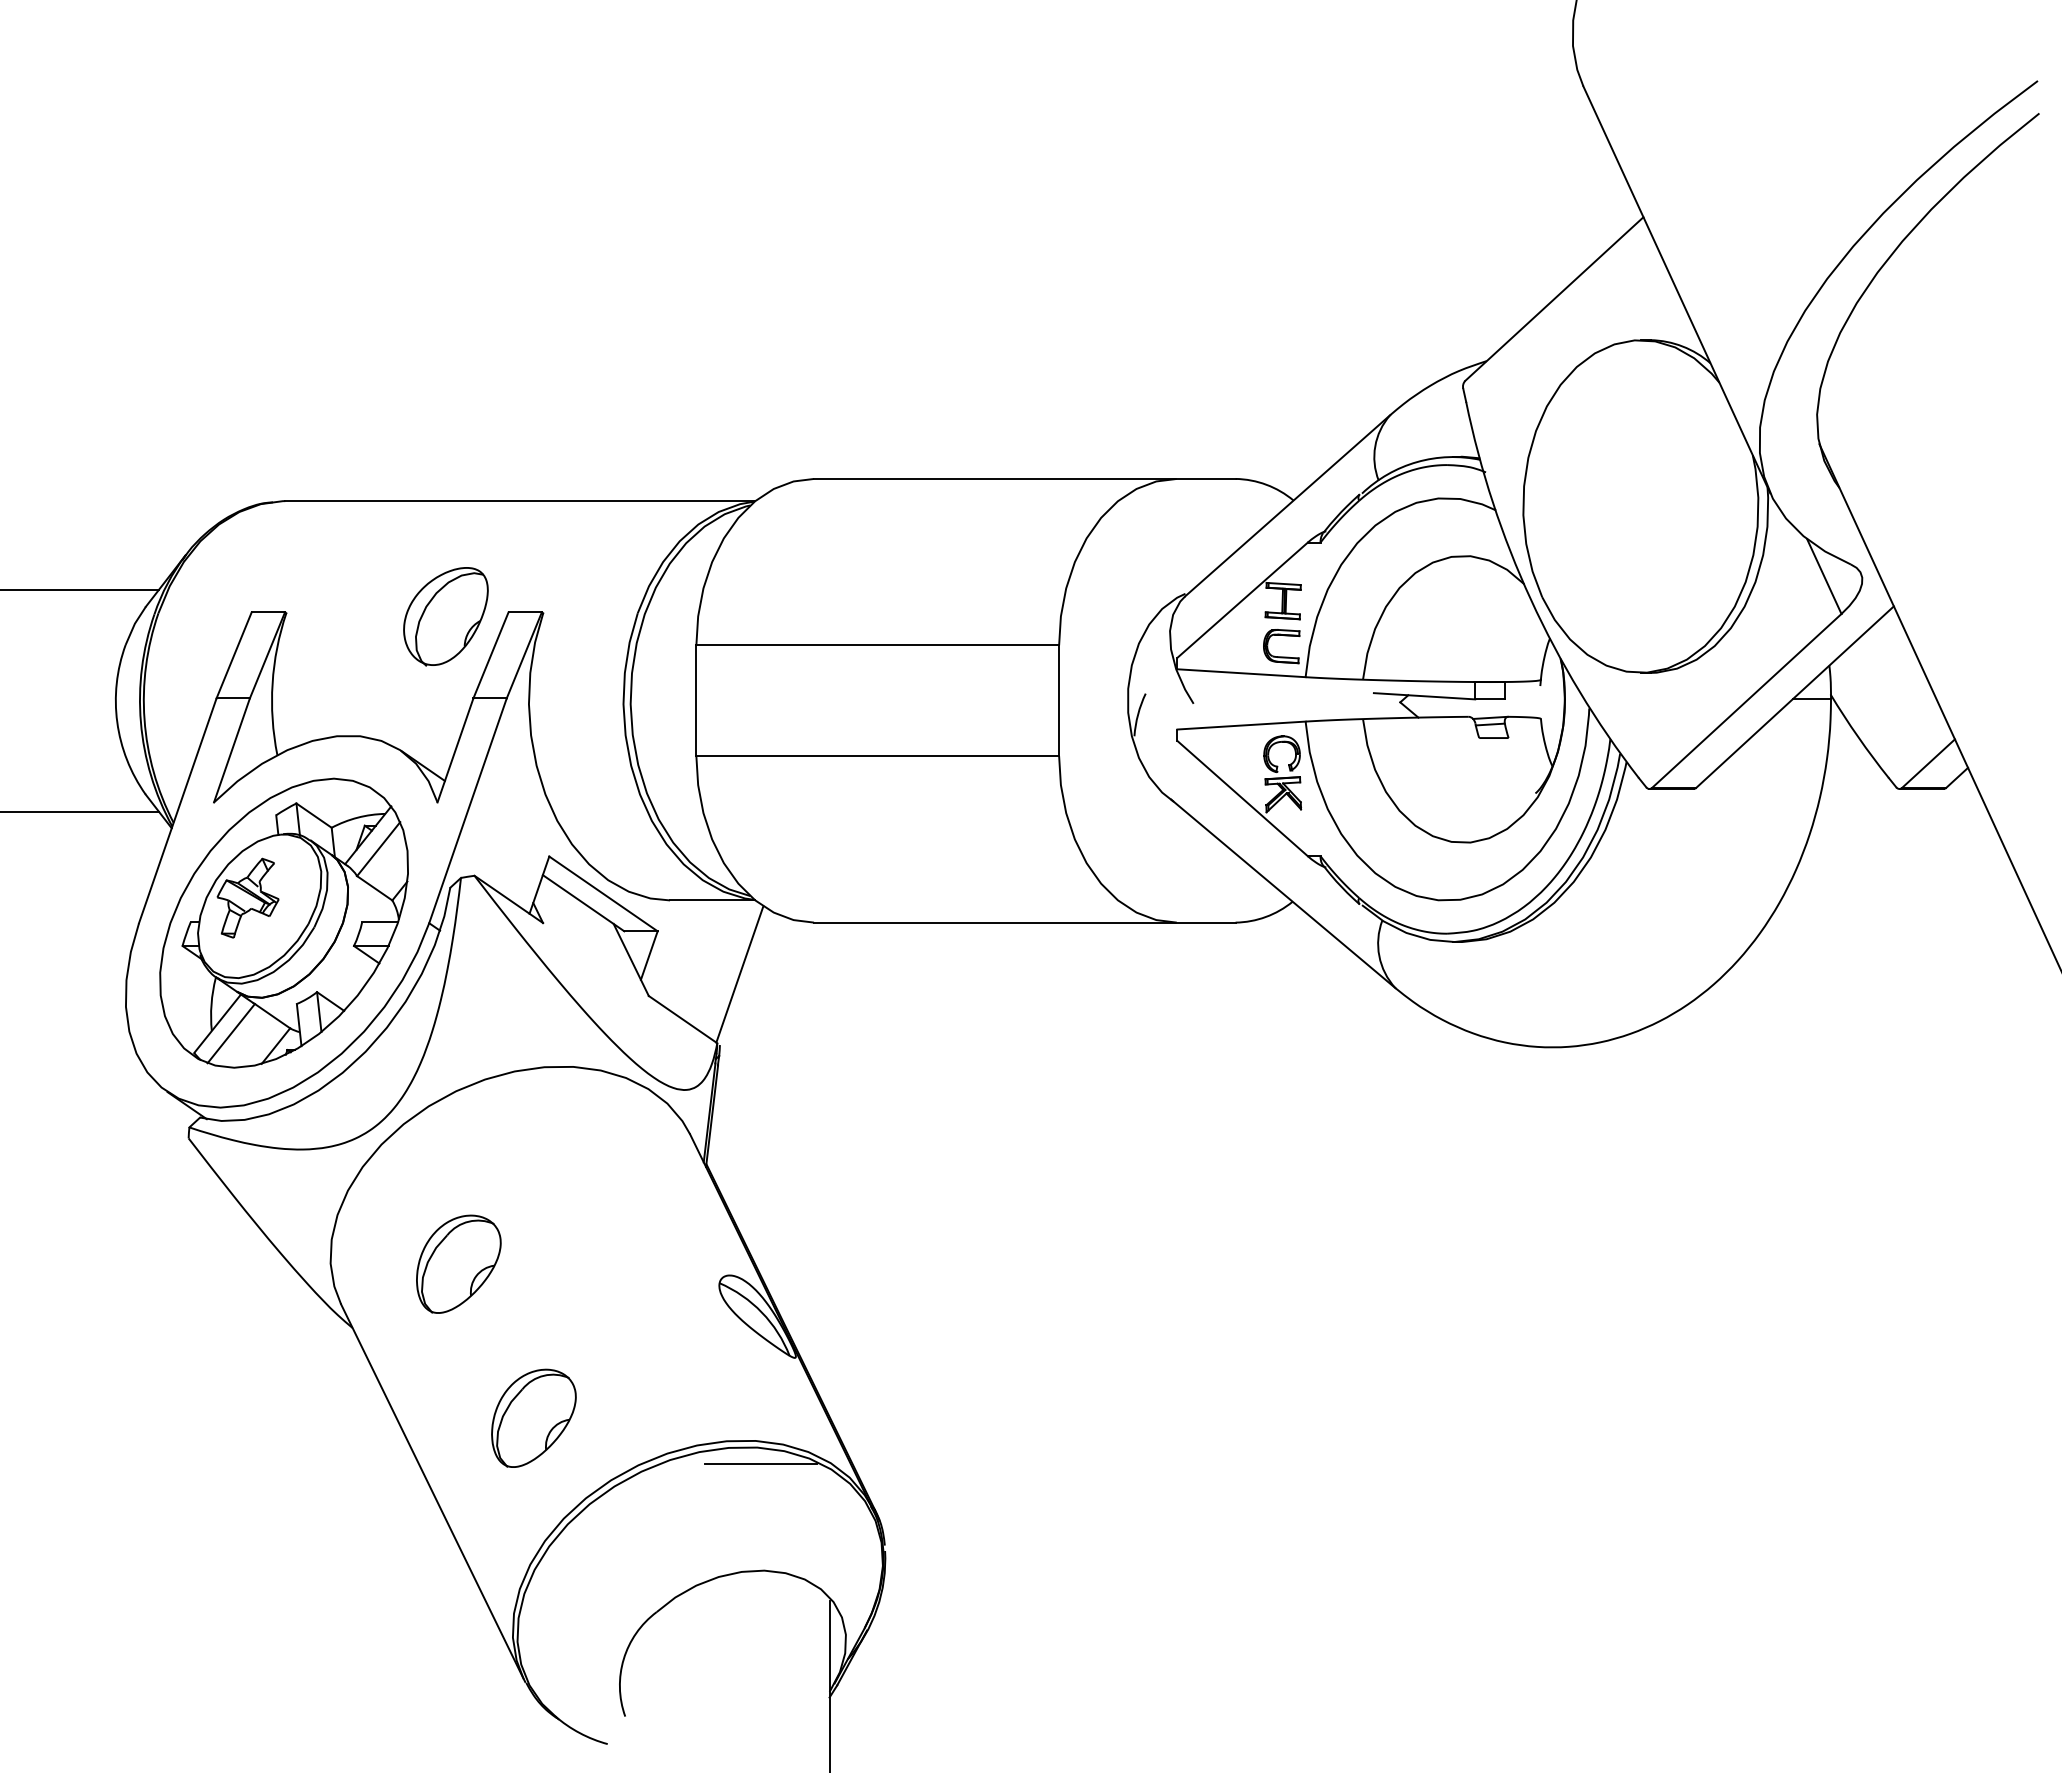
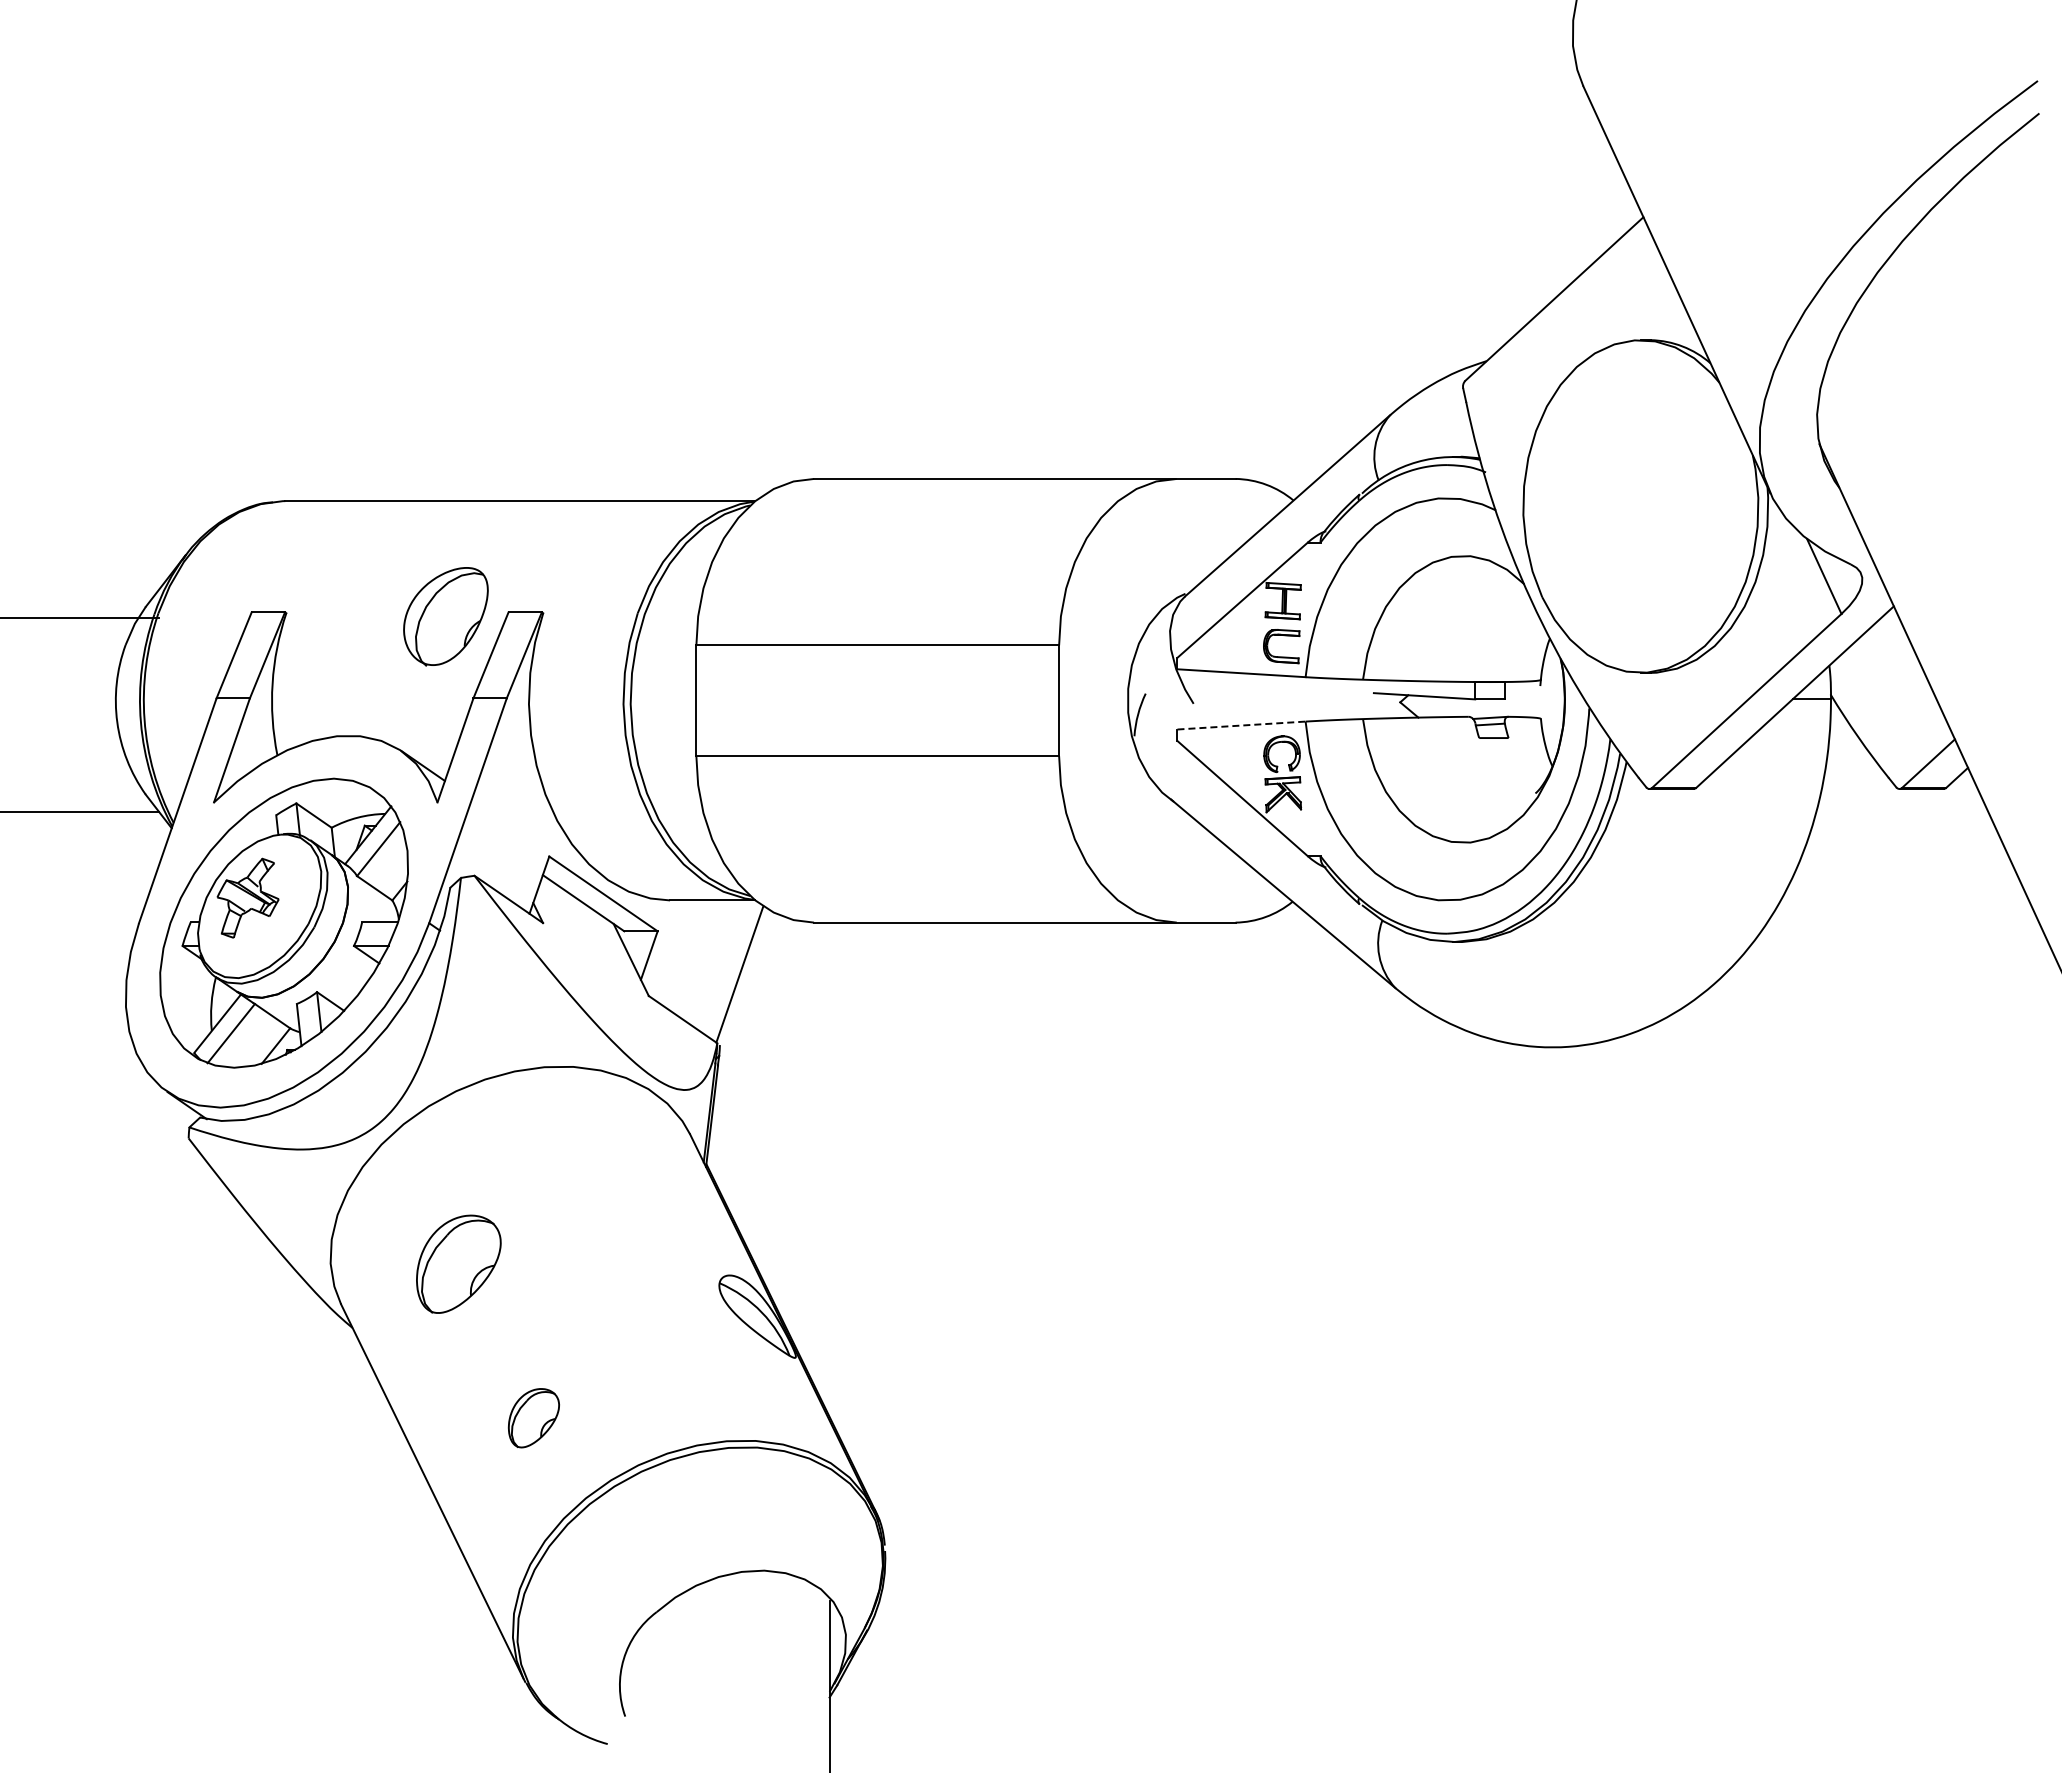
line at (80, 589) position: (80, 589) -> (80, 617)
line at (1242, 725): solid -> dashed
part at (533, 1417) size: 86x100 px -> 53x61 px
line at (760, 1463): present -> none
